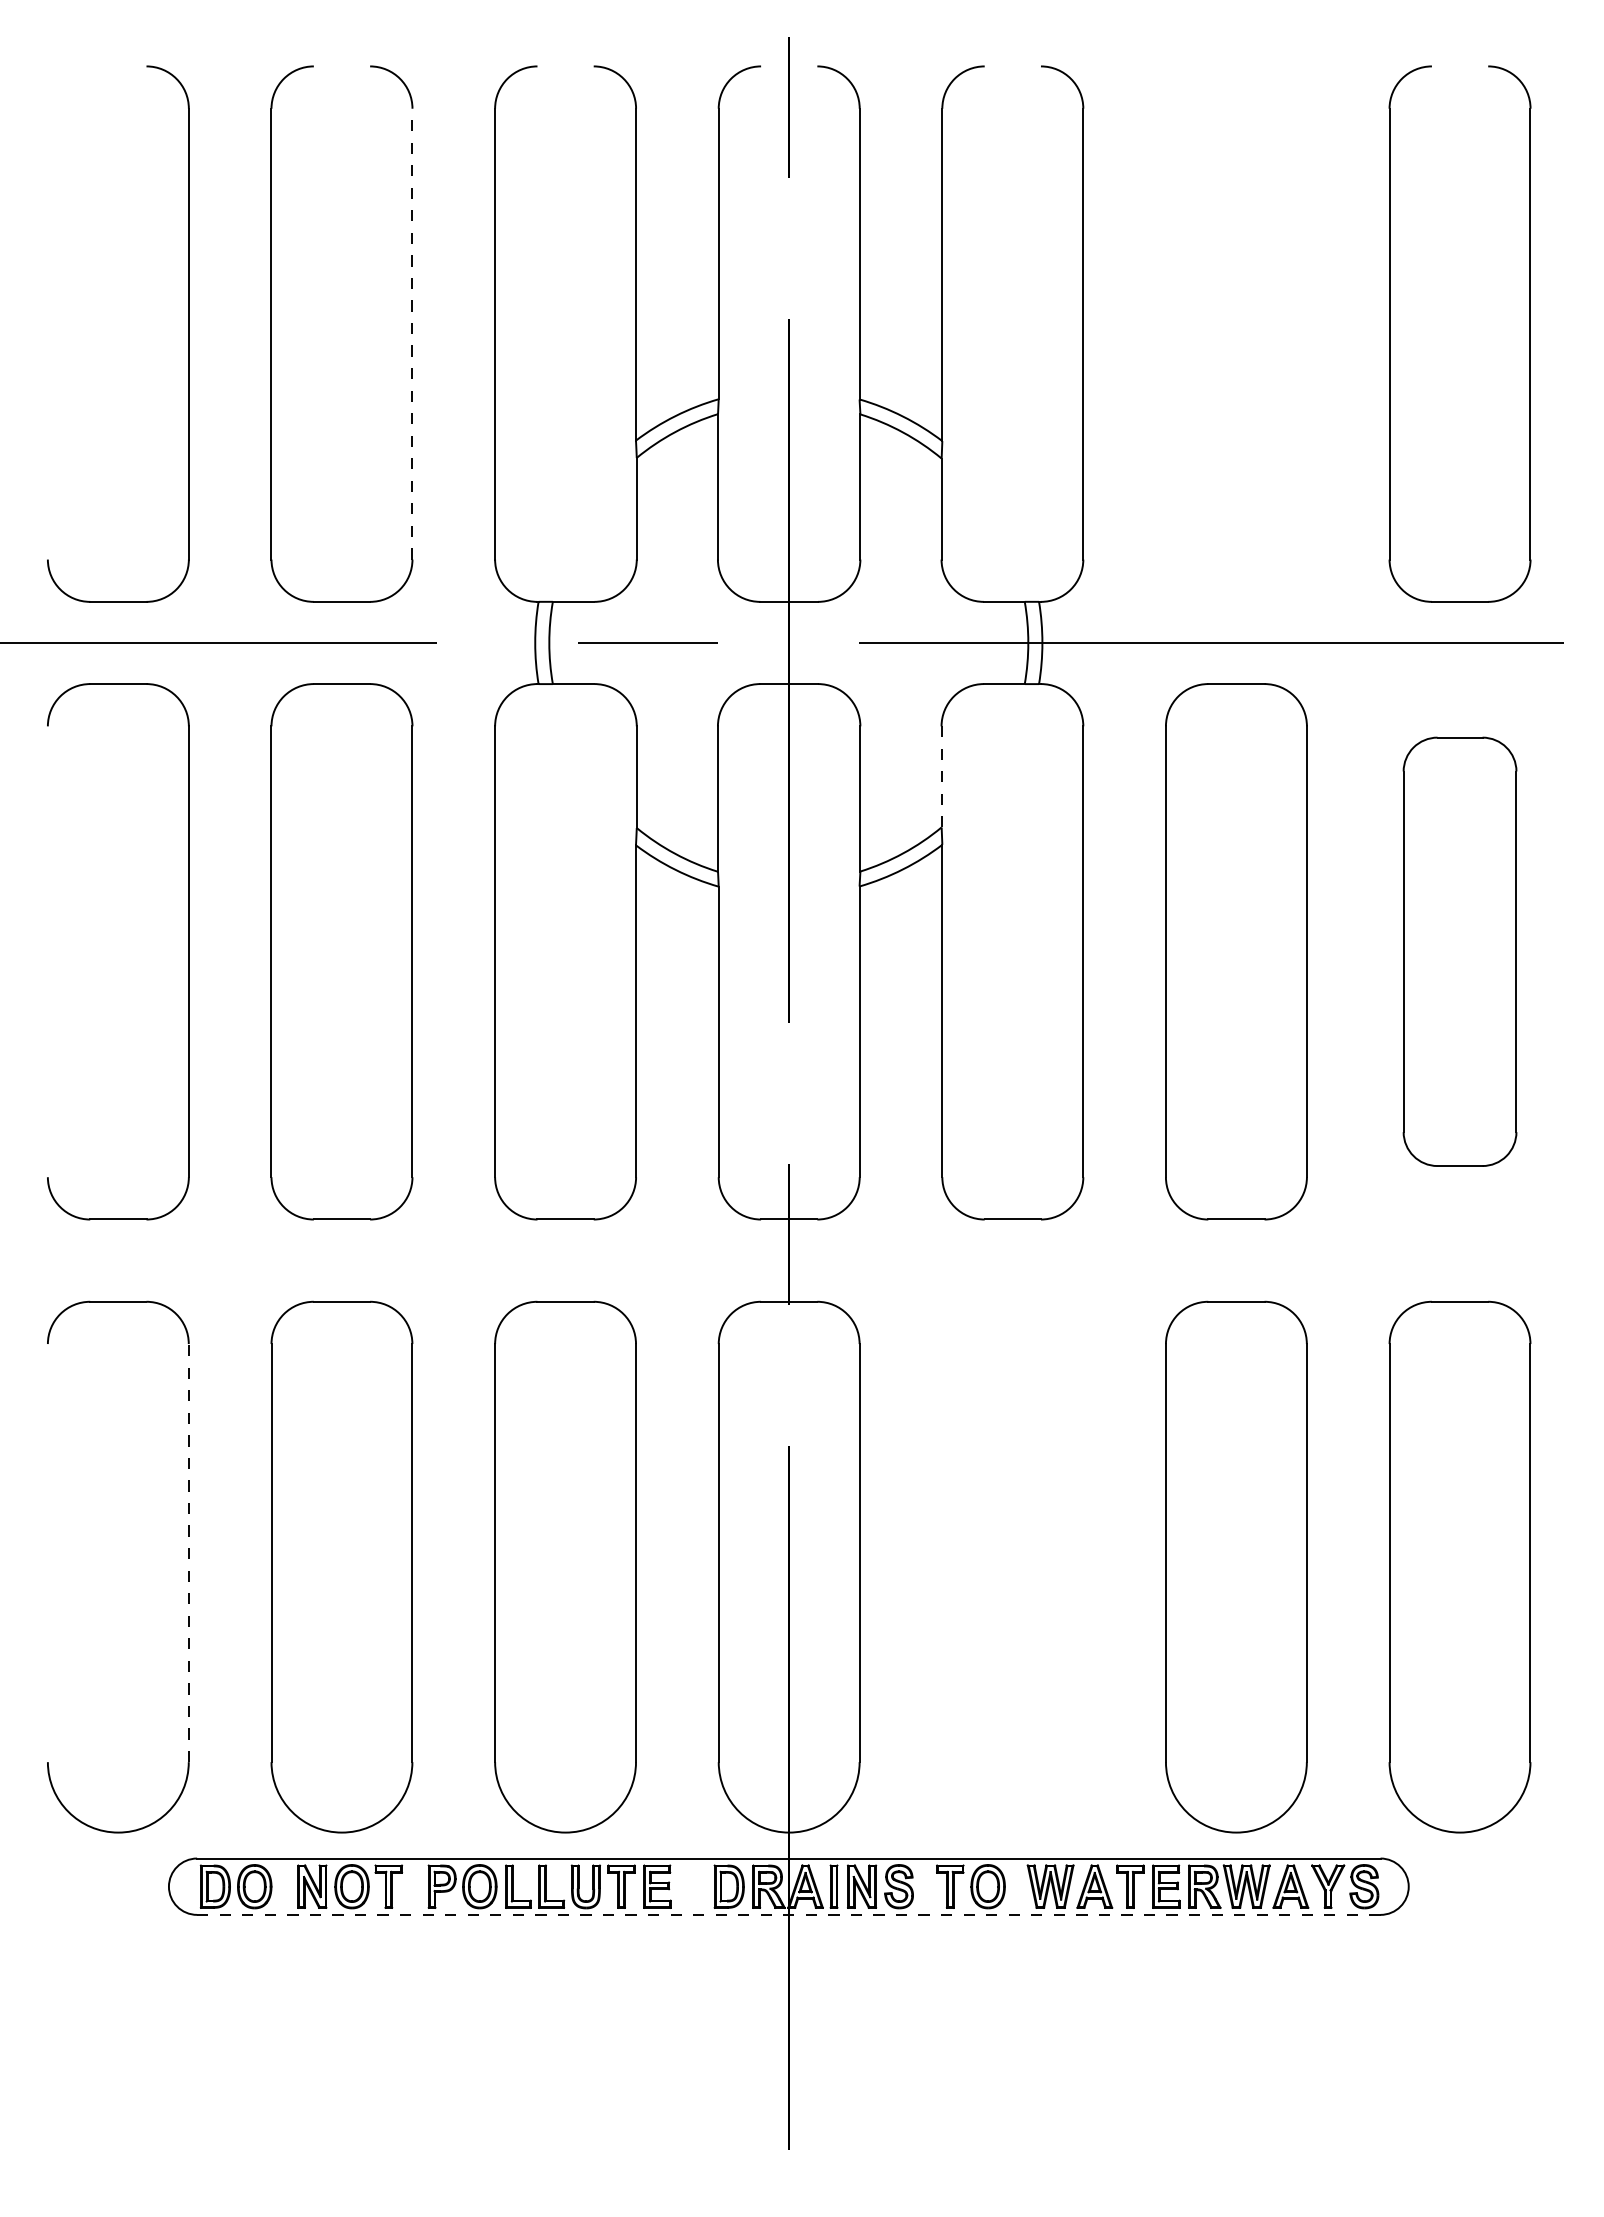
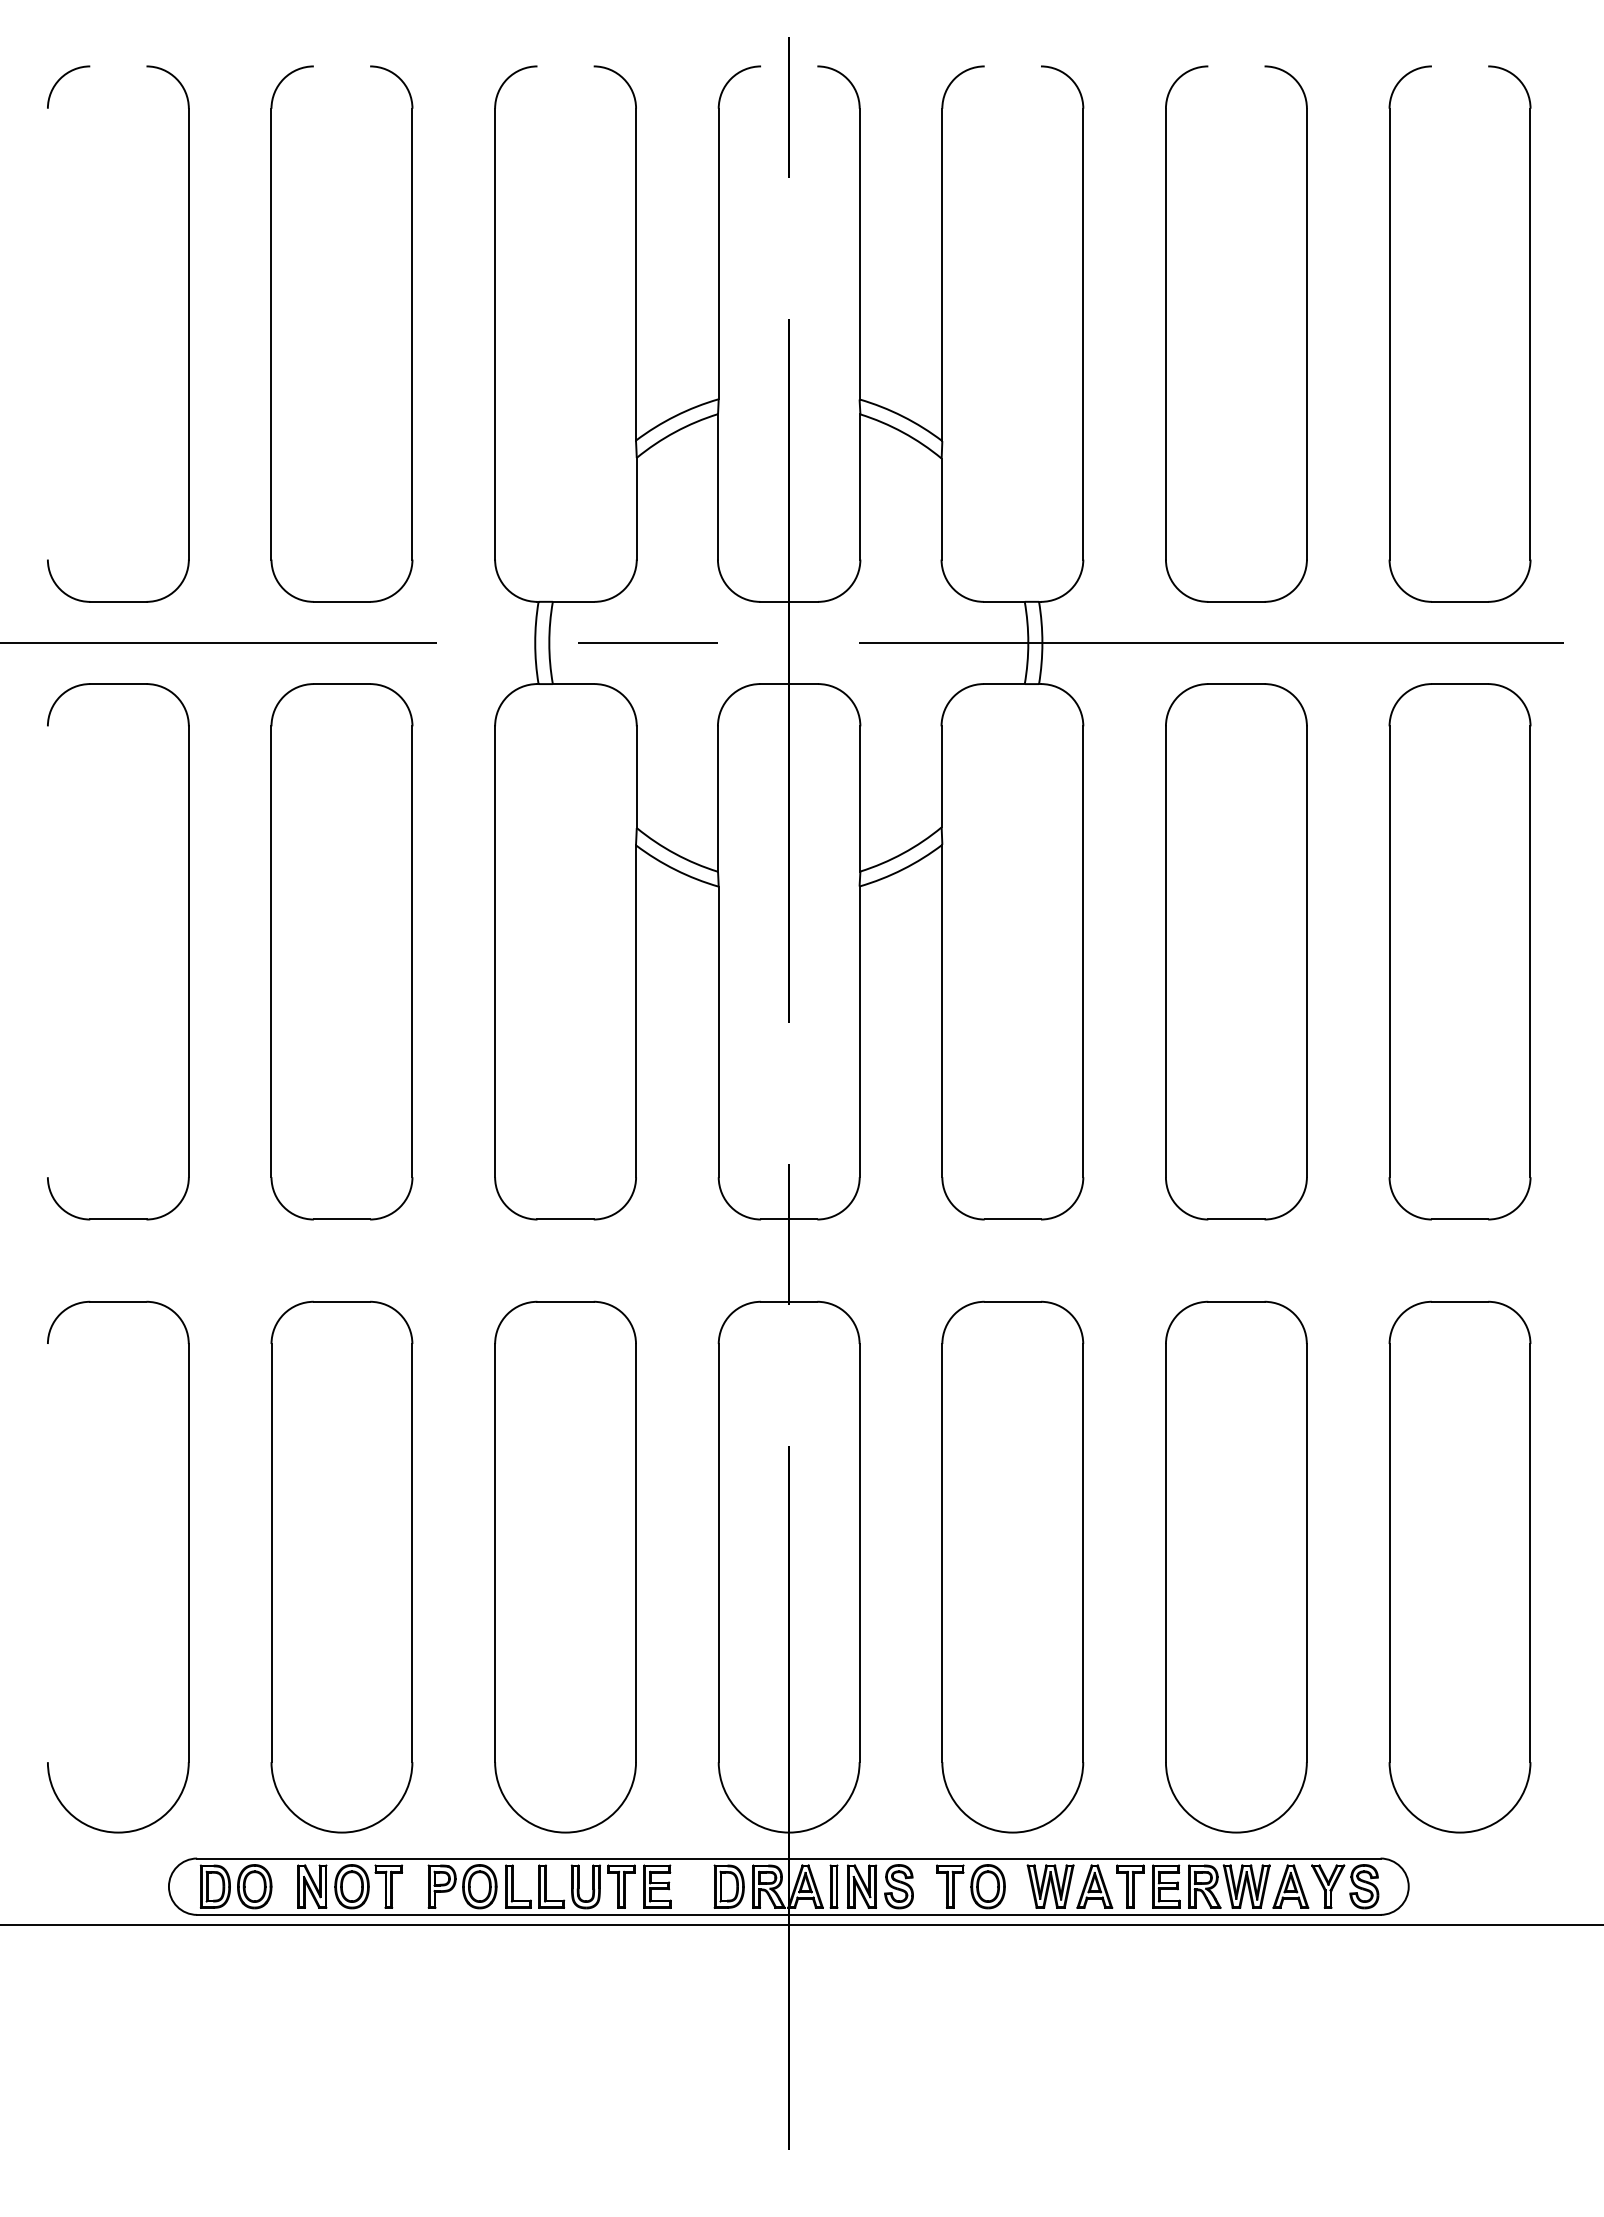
curve at (62, 78): none -> present
line at (412, 333): dashed -> solid
part at (1166, 333): none -> present
line at (941, 776): dashed -> solid
part at (1459, 951) size: 116x431 px -> 144x538 px
line at (188, 1552): dashed -> solid
part at (1012, 1566): none -> present
line at (788, 1914): dashed -> solid
line at (801, 1925): none -> present
